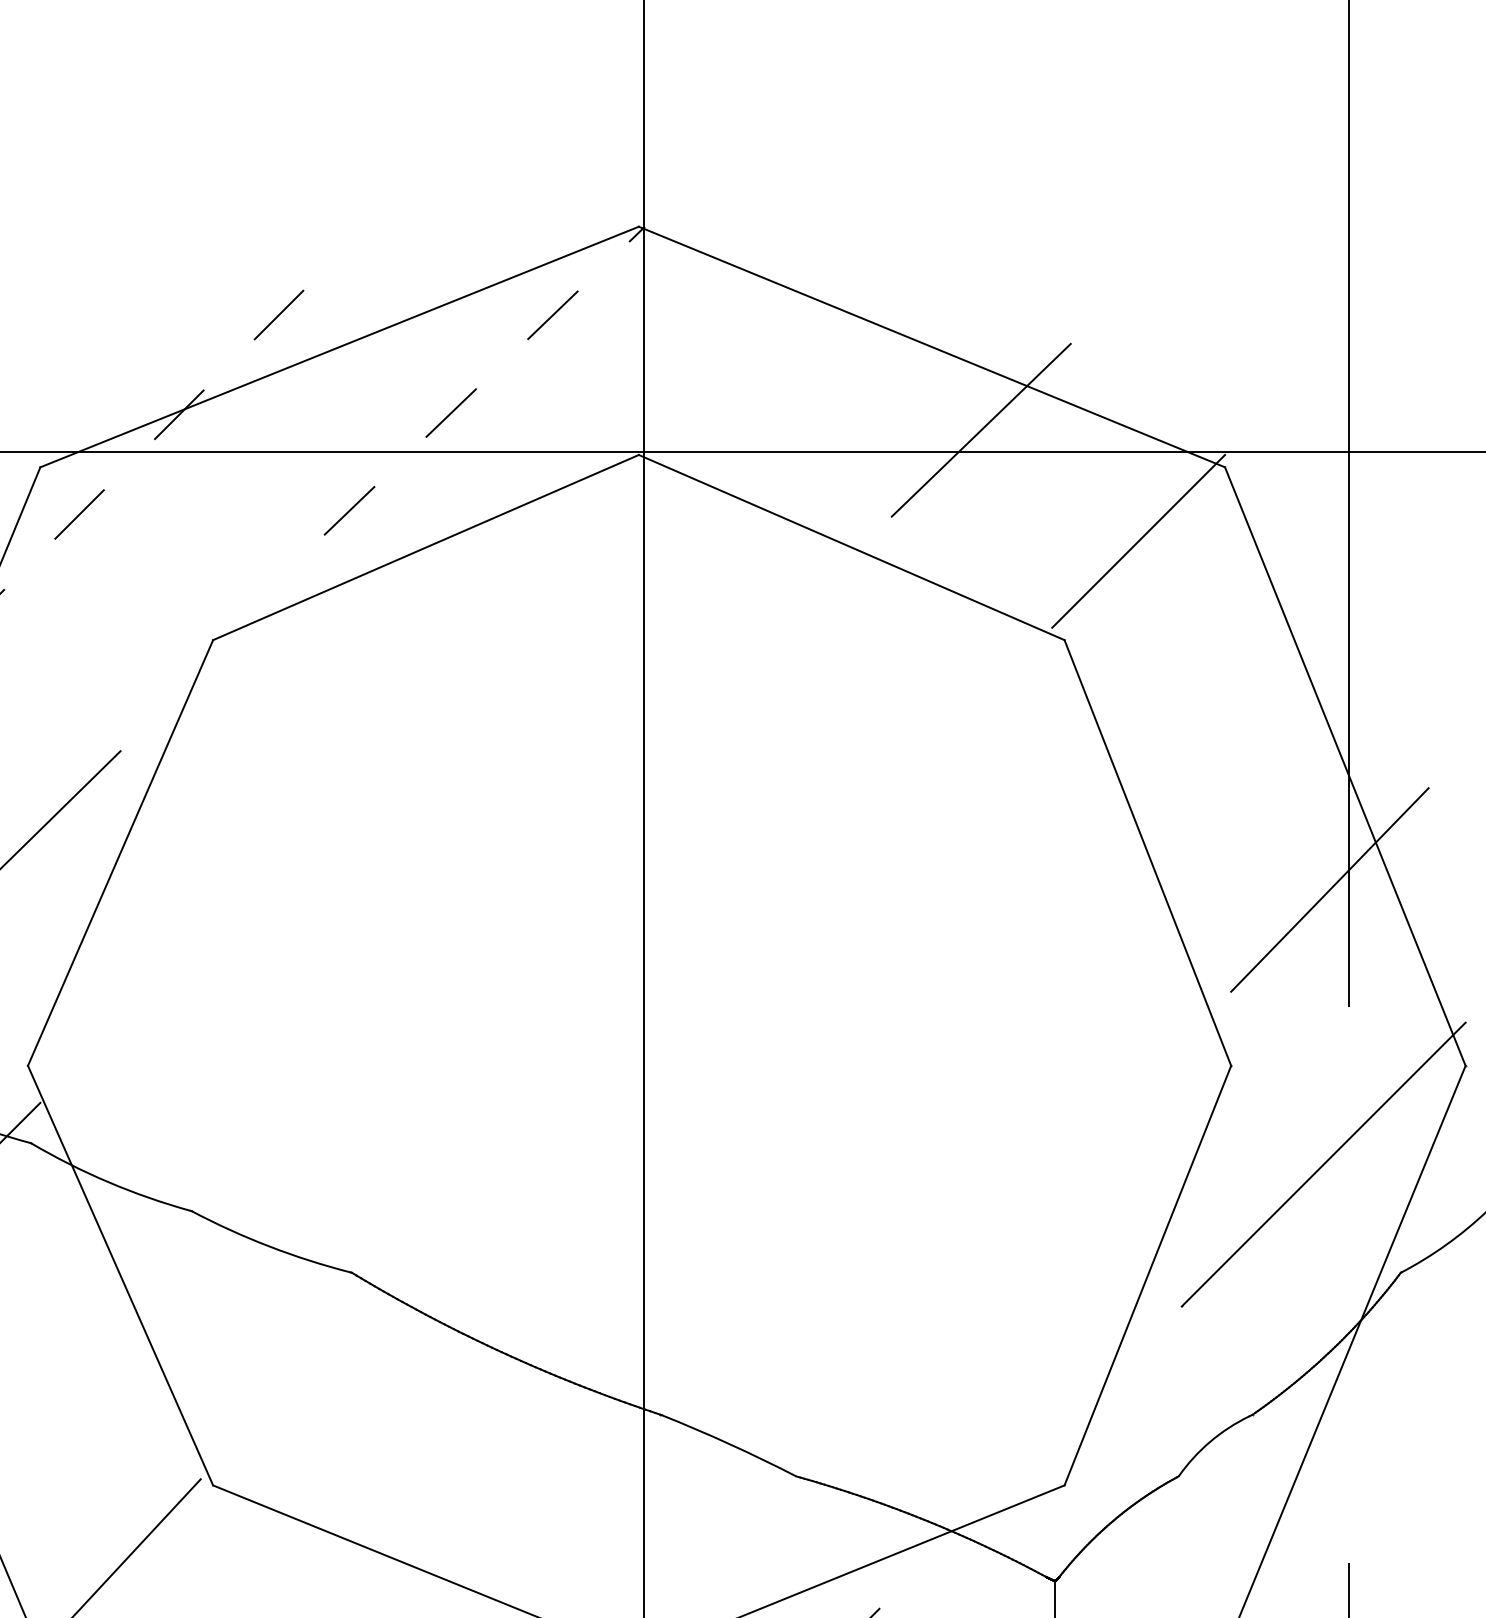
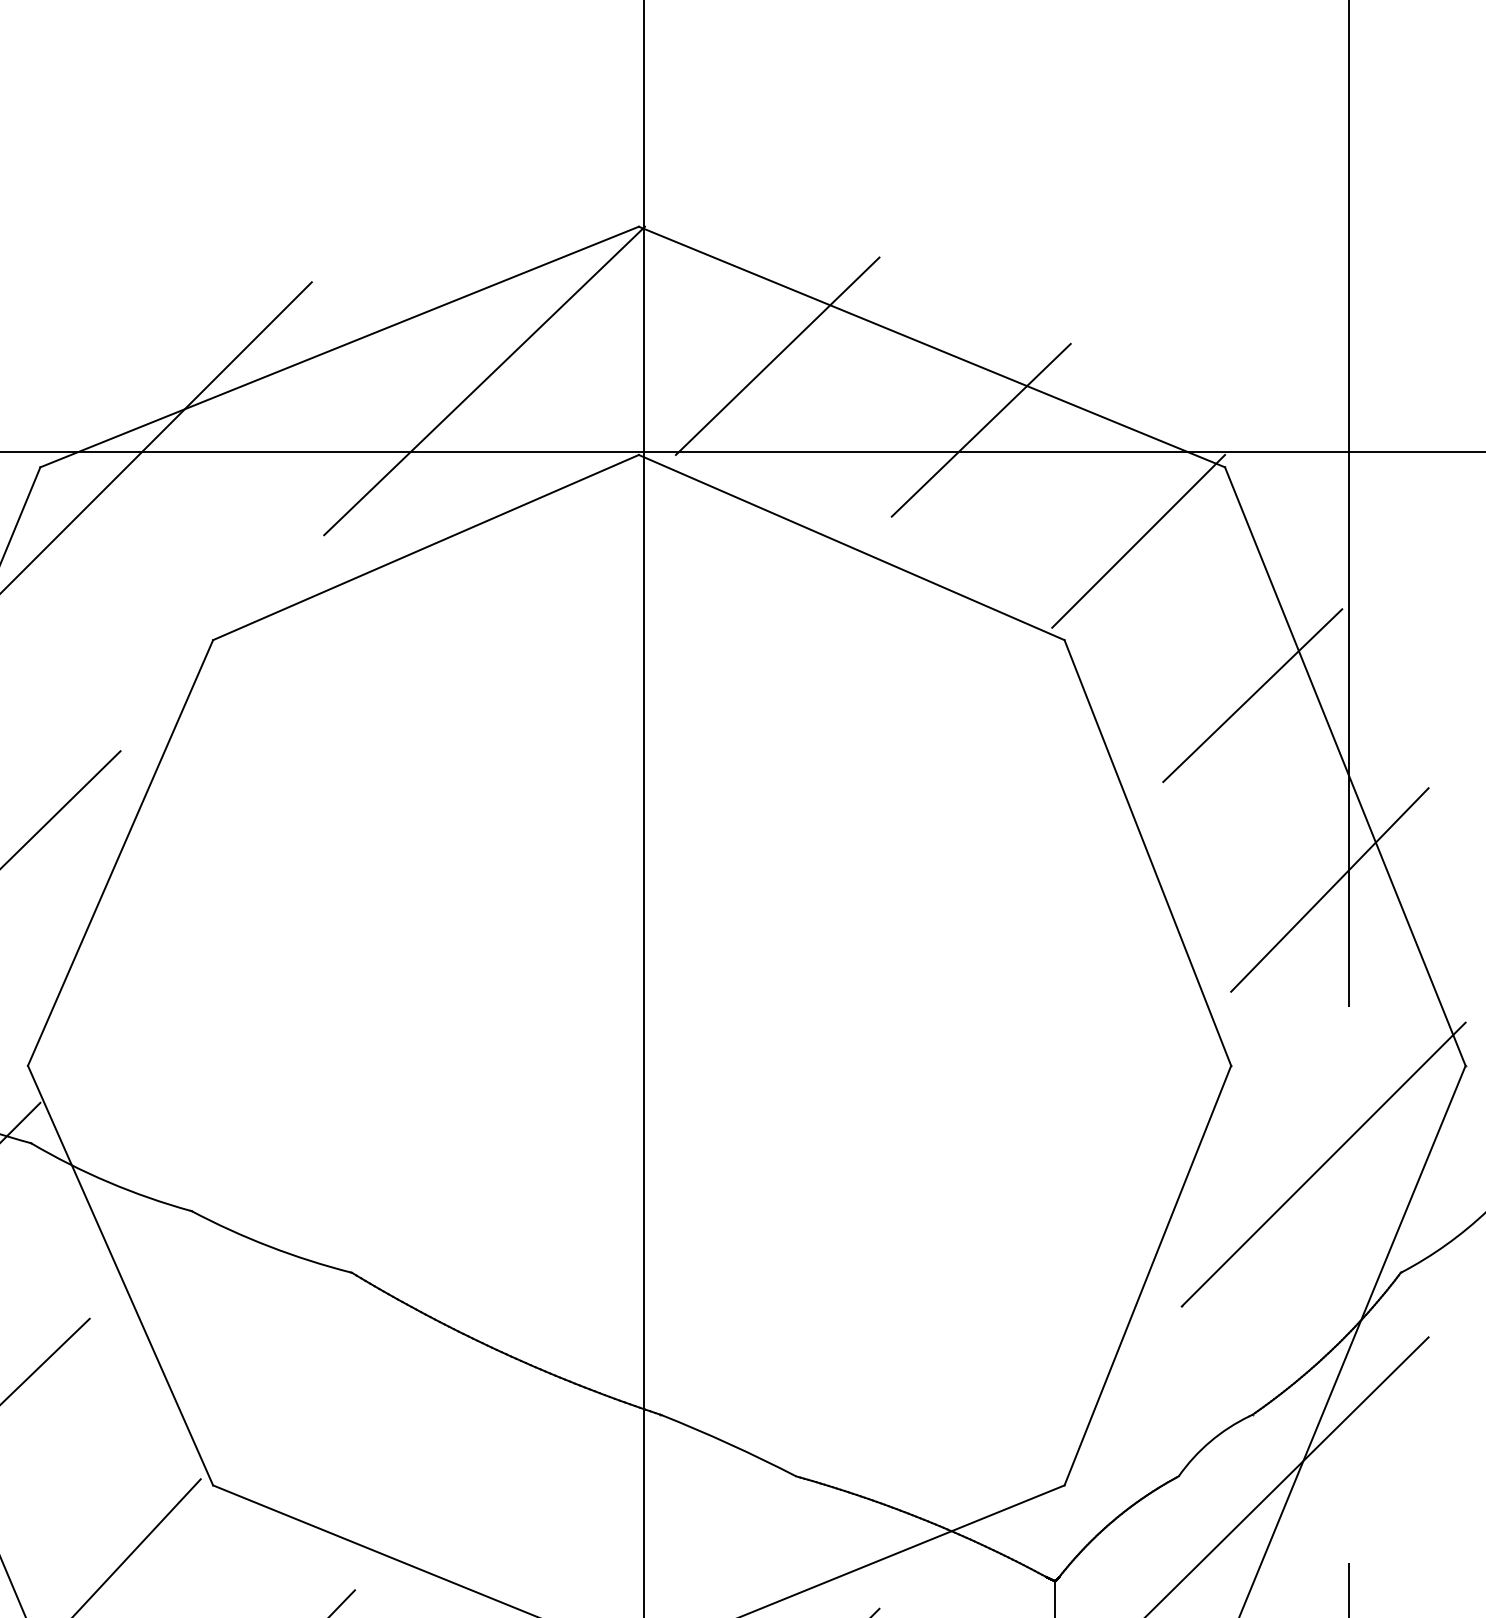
line at (777, 355): none -> present
line at (484, 380): dashed -> solid
line at (156, 437): dashed -> solid
line at (1252, 695): none -> present
line at (45, 1360): none -> present
line at (1288, 1475): none -> present
line at (343, 1602): none -> present
